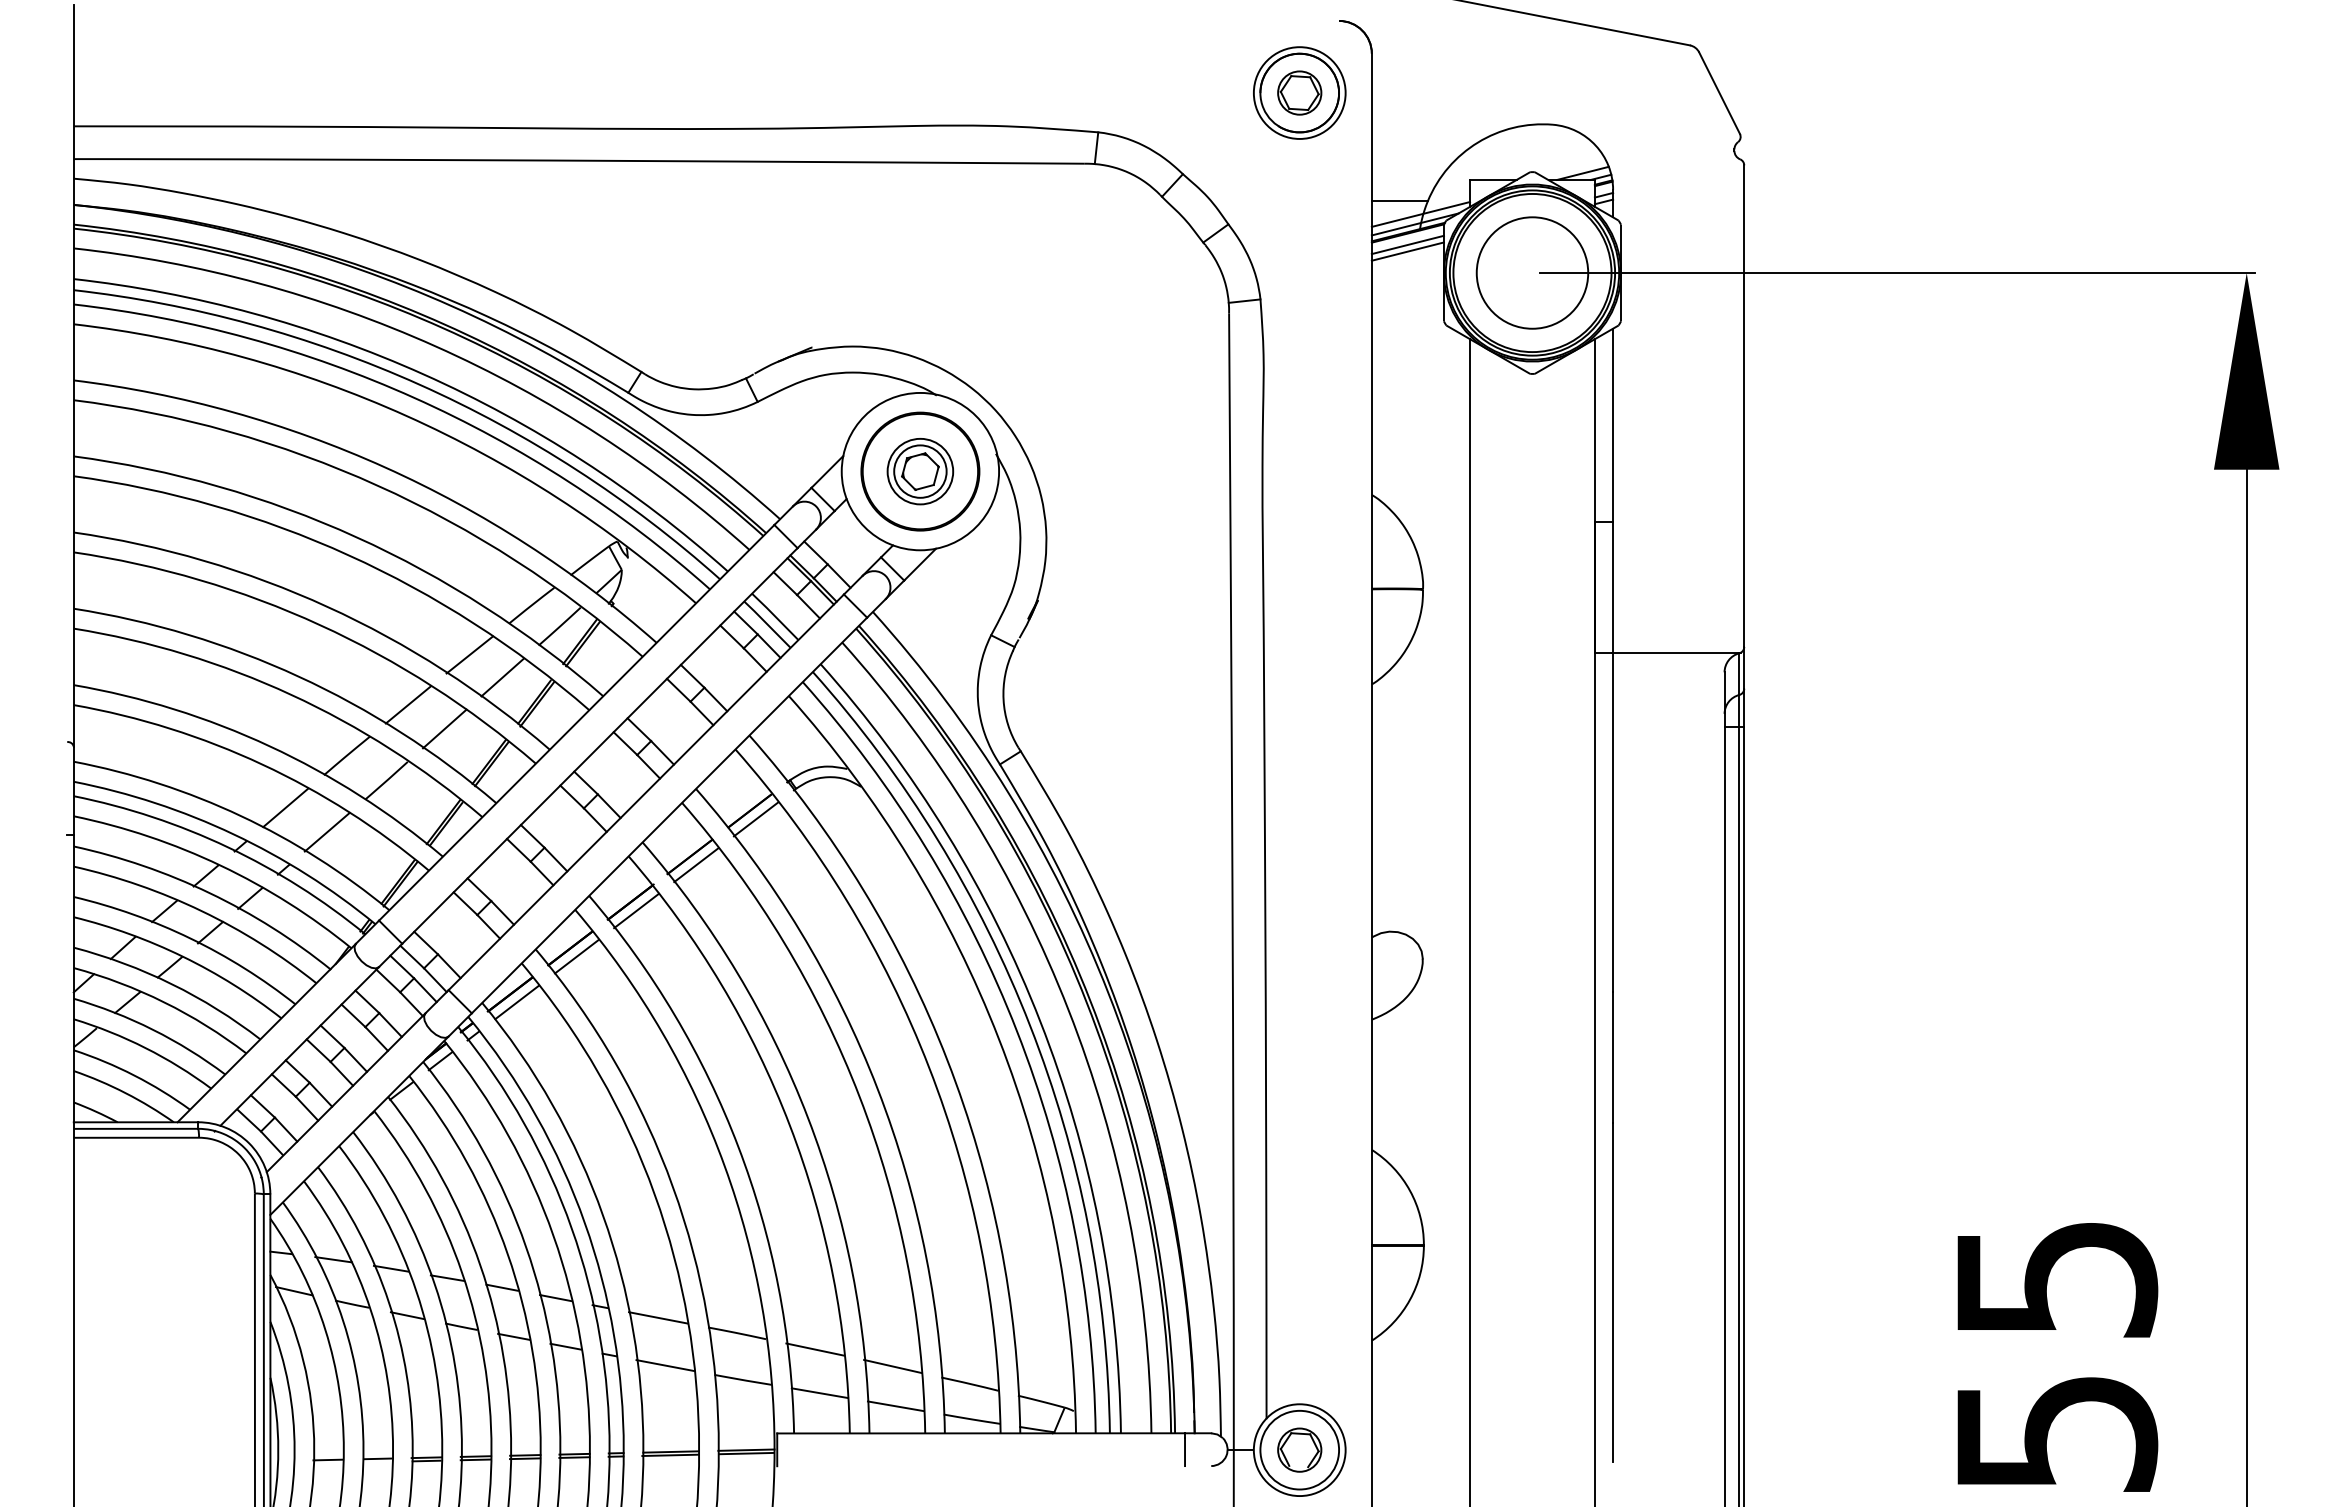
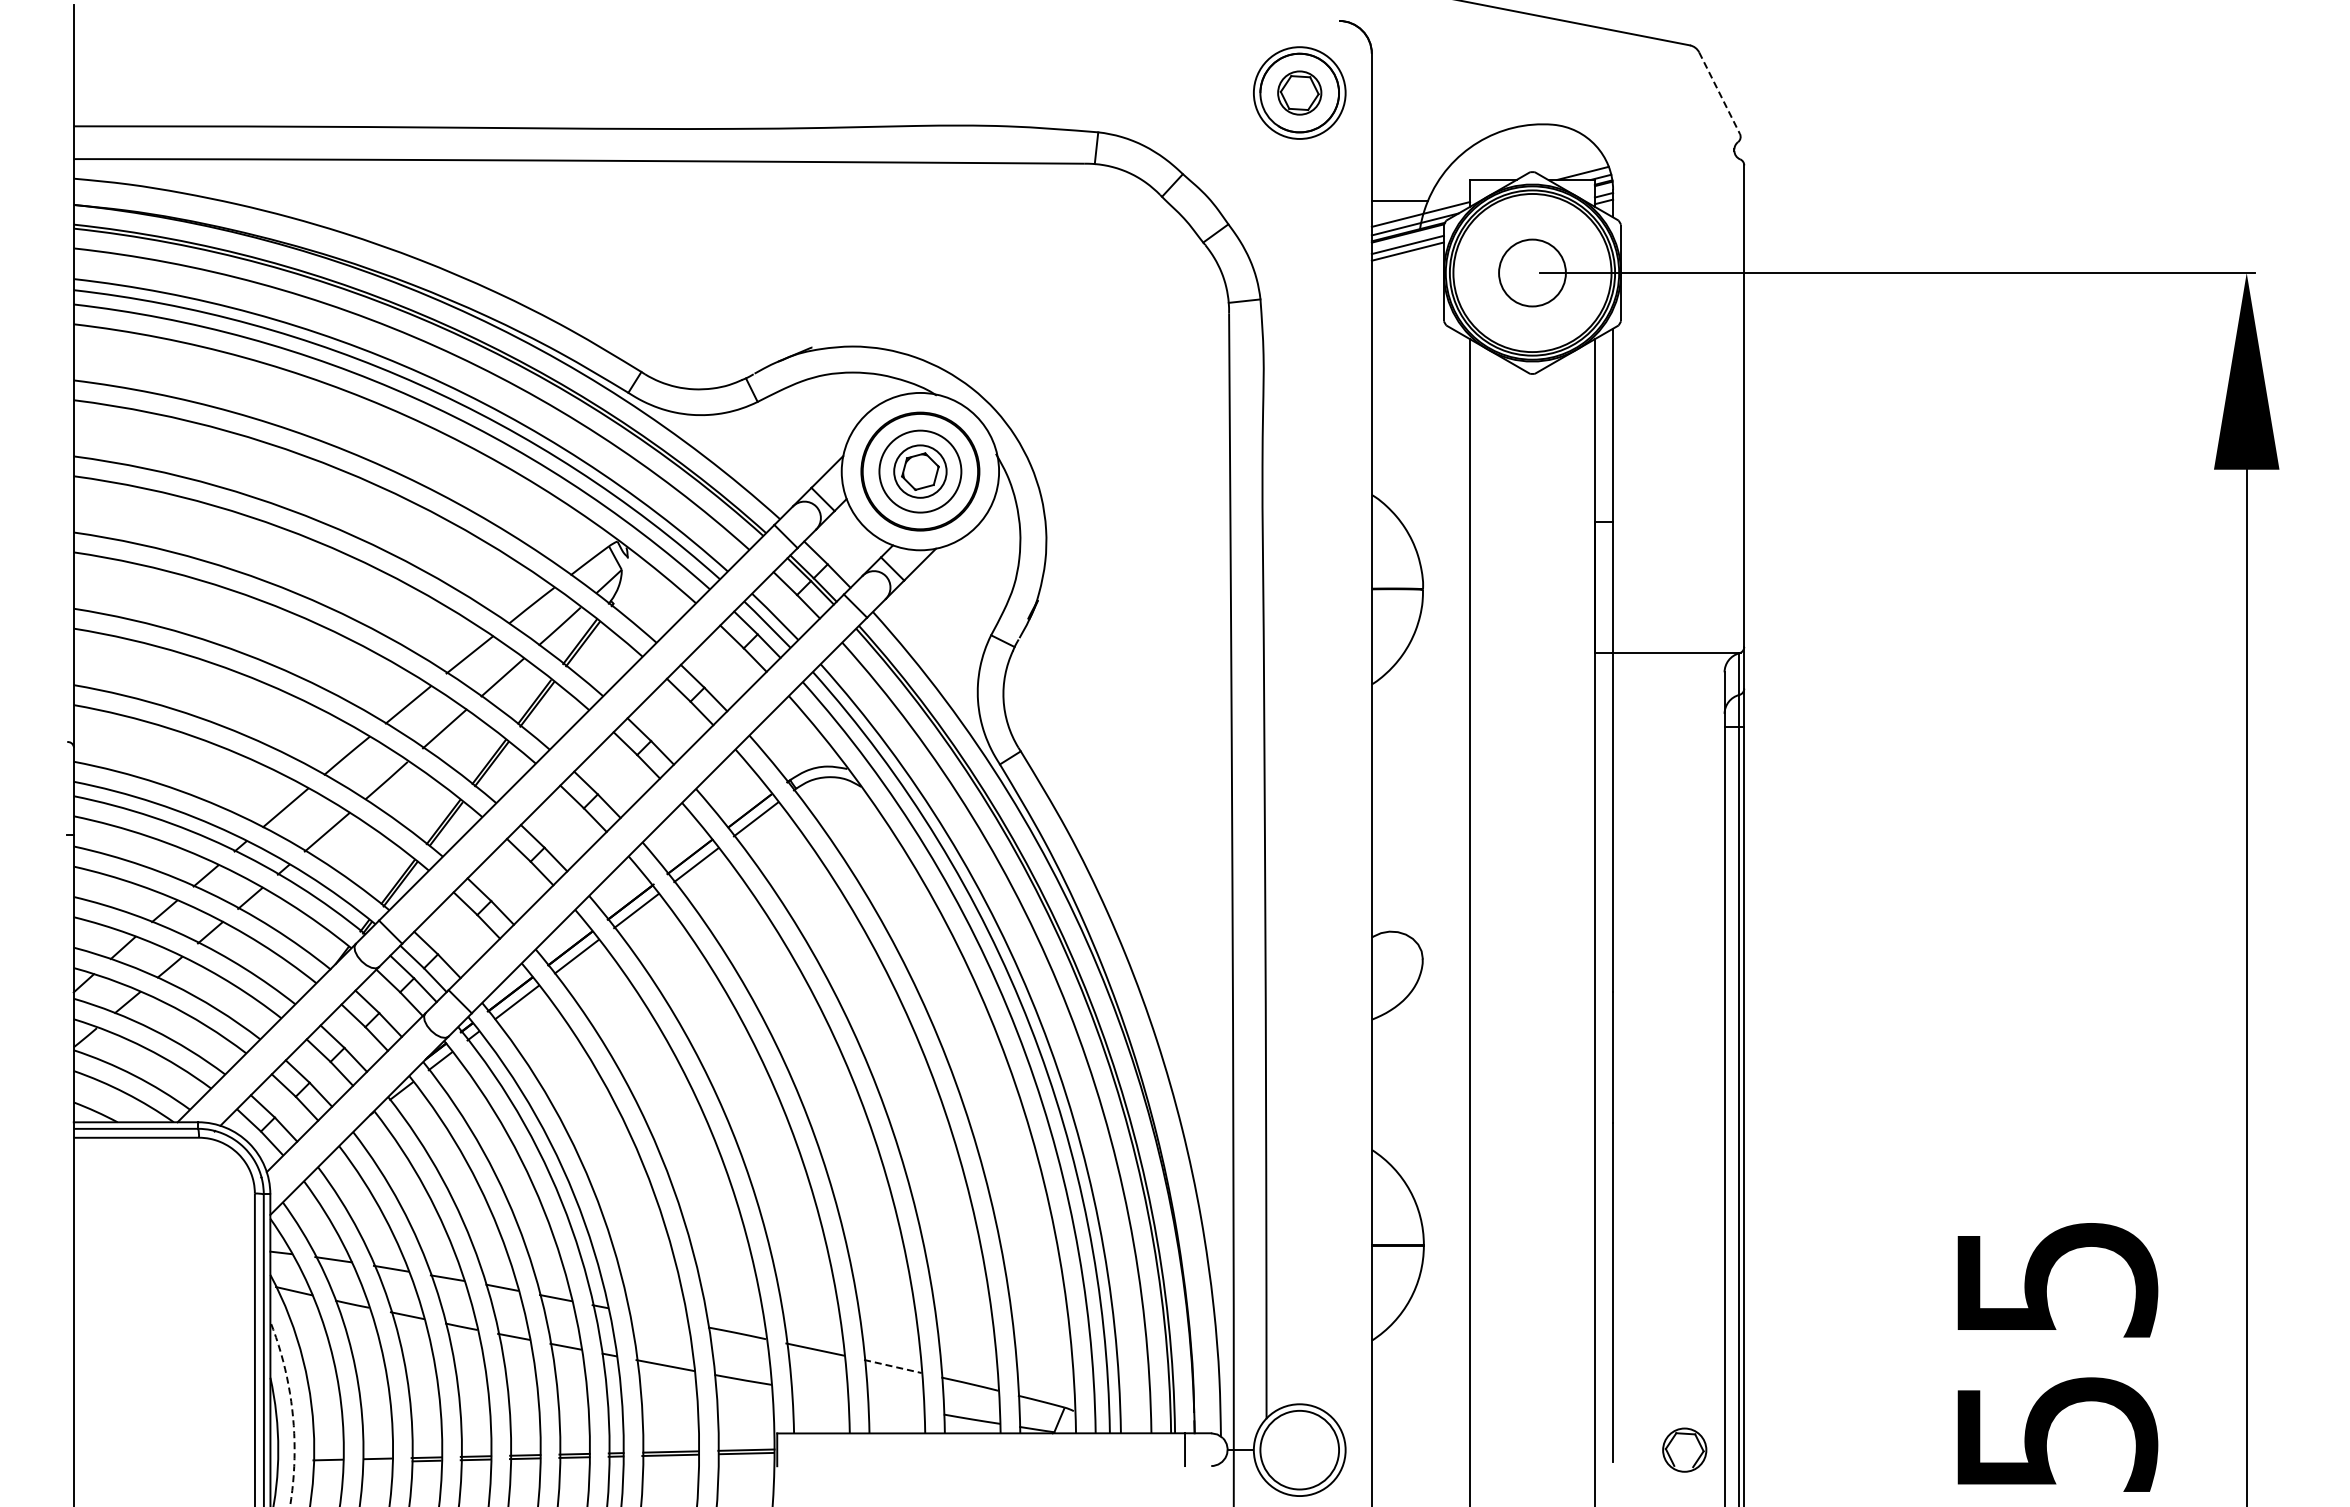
line at (1719, 93): solid -> dashed
circle at (1532, 272) diameter: 111 px -> 67 px
circle at (920, 471) diameter: 66 px -> 82 px
line at (658, 1317): present -> none
line at (893, 1366): solid -> dashed
line at (819, 1393): present -> none
line at (895, 1406): present -> none
arc at (292, 1413): solid -> dashed
part at (1299, 1449) position: (1299, 1449) -> (1684, 1449)
